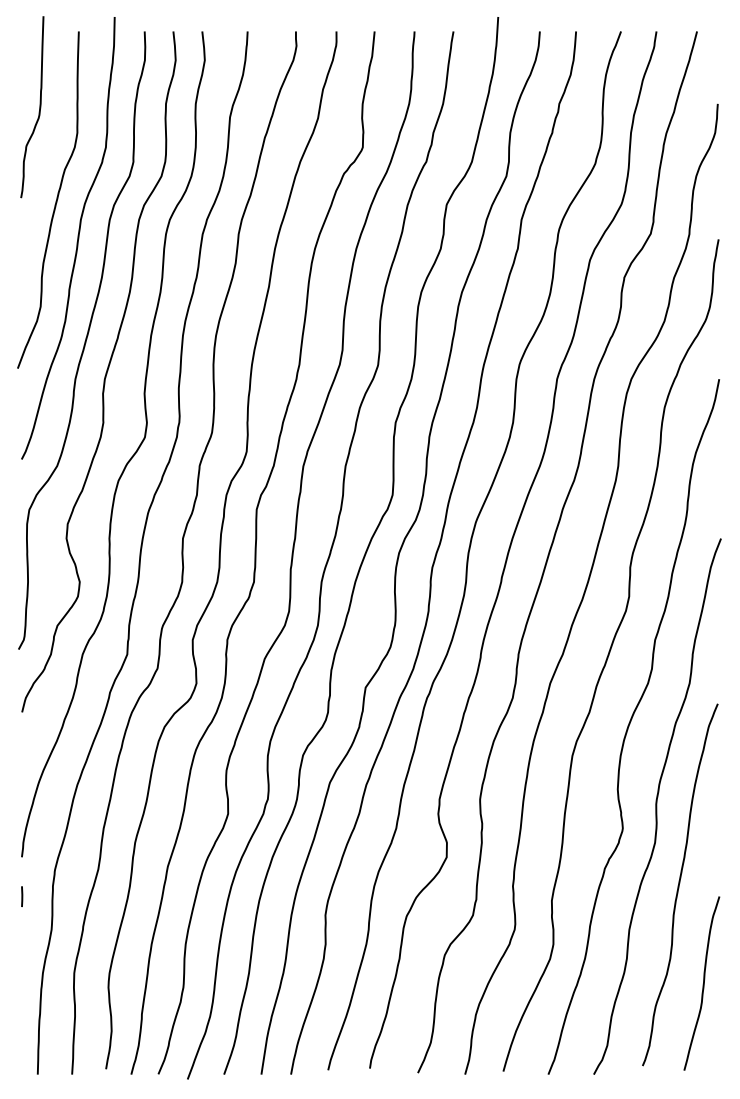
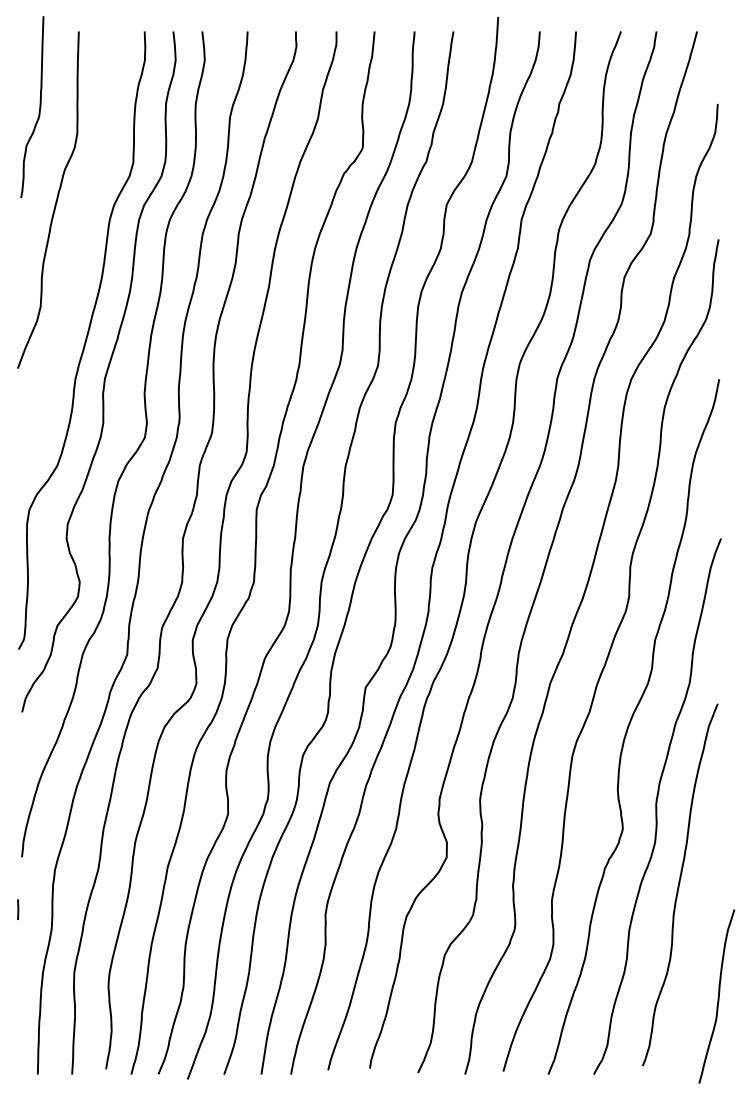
curve at (76, 242): present -> none
line at (22, 896) position: (22, 896) -> (18, 909)
curve at (702, 984) position: (702, 984) -> (717, 997)
